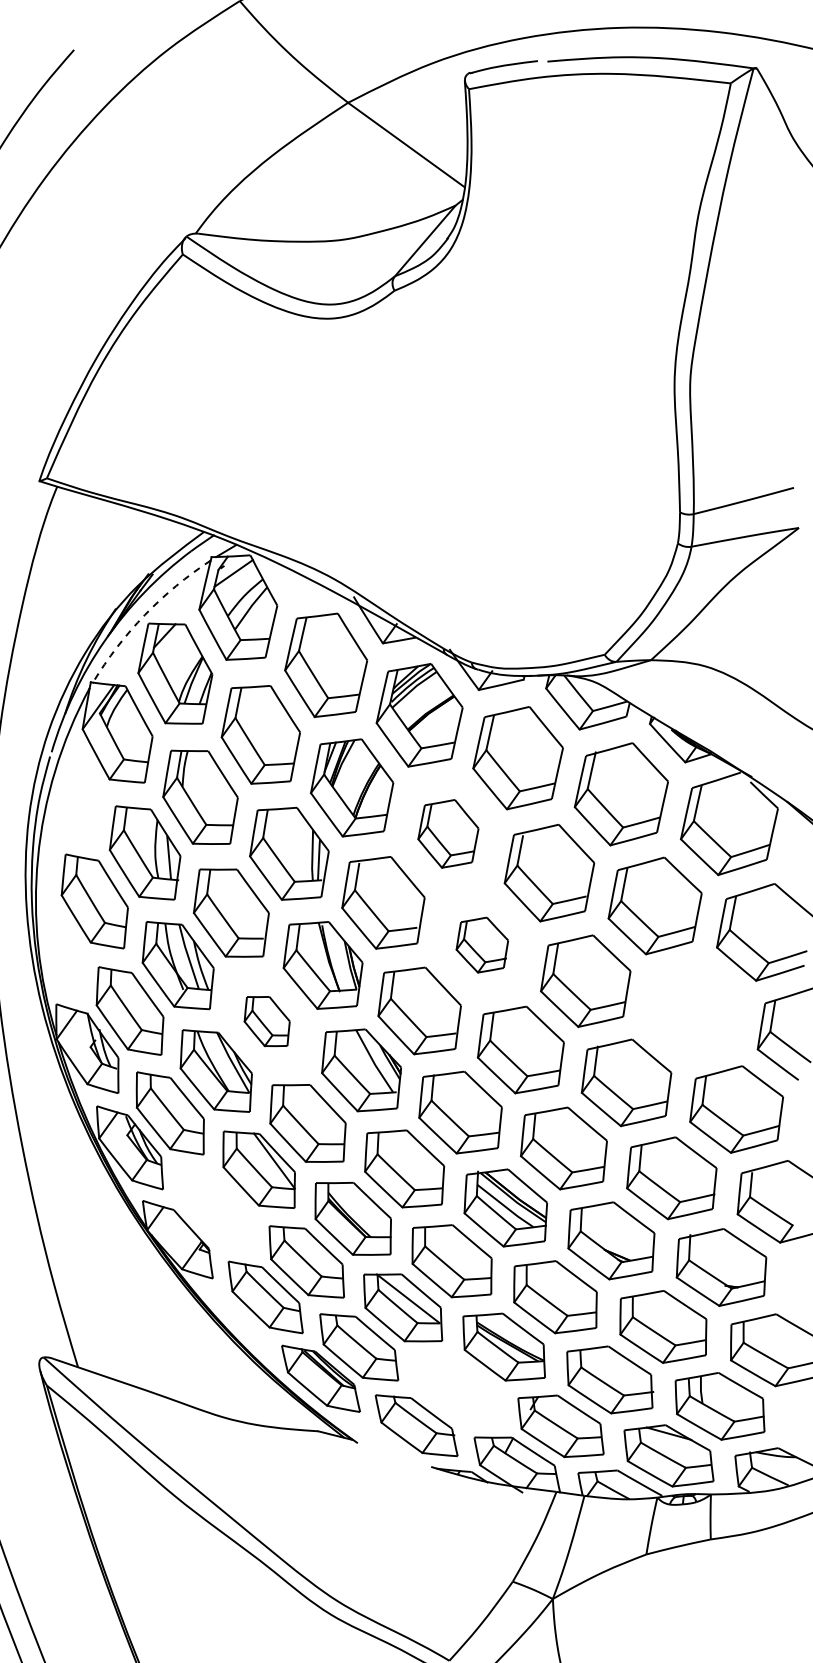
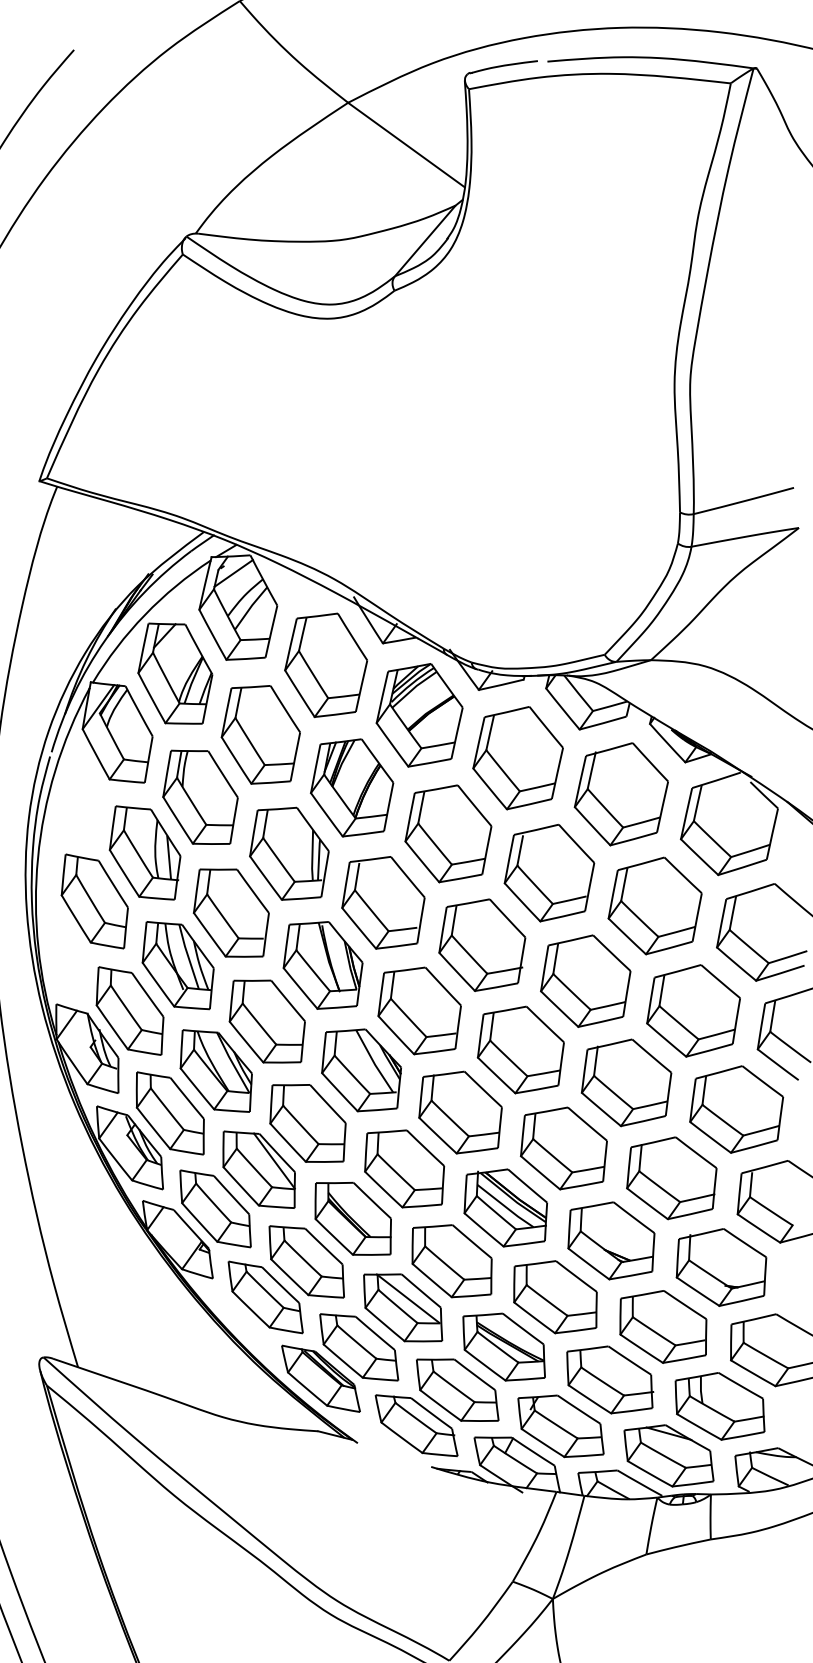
arc at (144, 614): dashed -> solid
part at (448, 833) size: 63x70 px -> 89x100 px
part at (481, 944) size: 54x58 px -> 89x94 px
part at (693, 1010): none -> present
part at (266, 1021) size: 48x52 px -> 78x85 px
part at (215, 1208): none -> present
part at (457, 1389): none -> present
